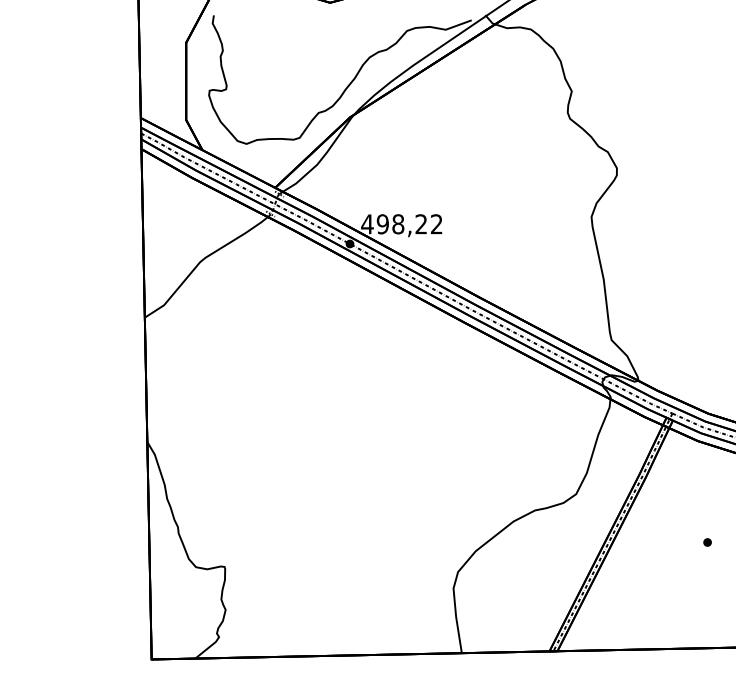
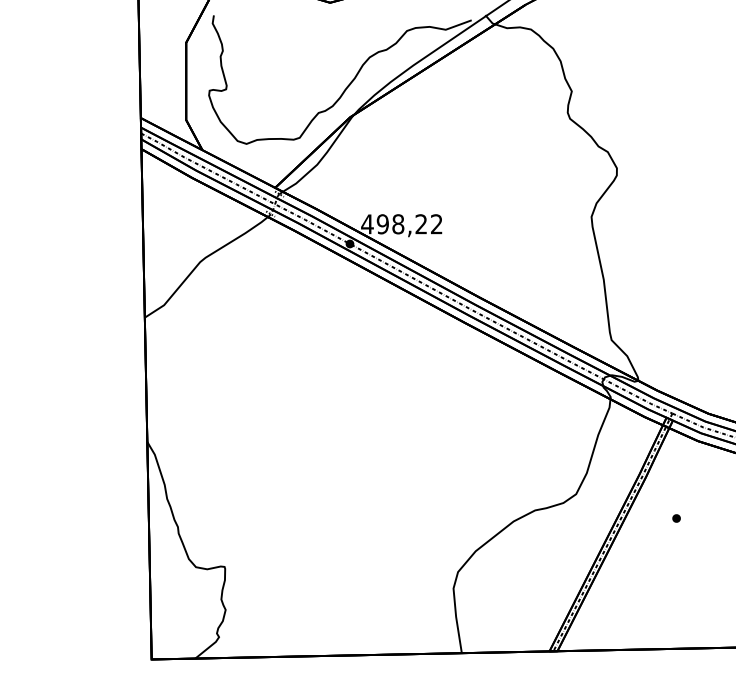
part at (707, 542) position: (707, 542) -> (676, 518)
